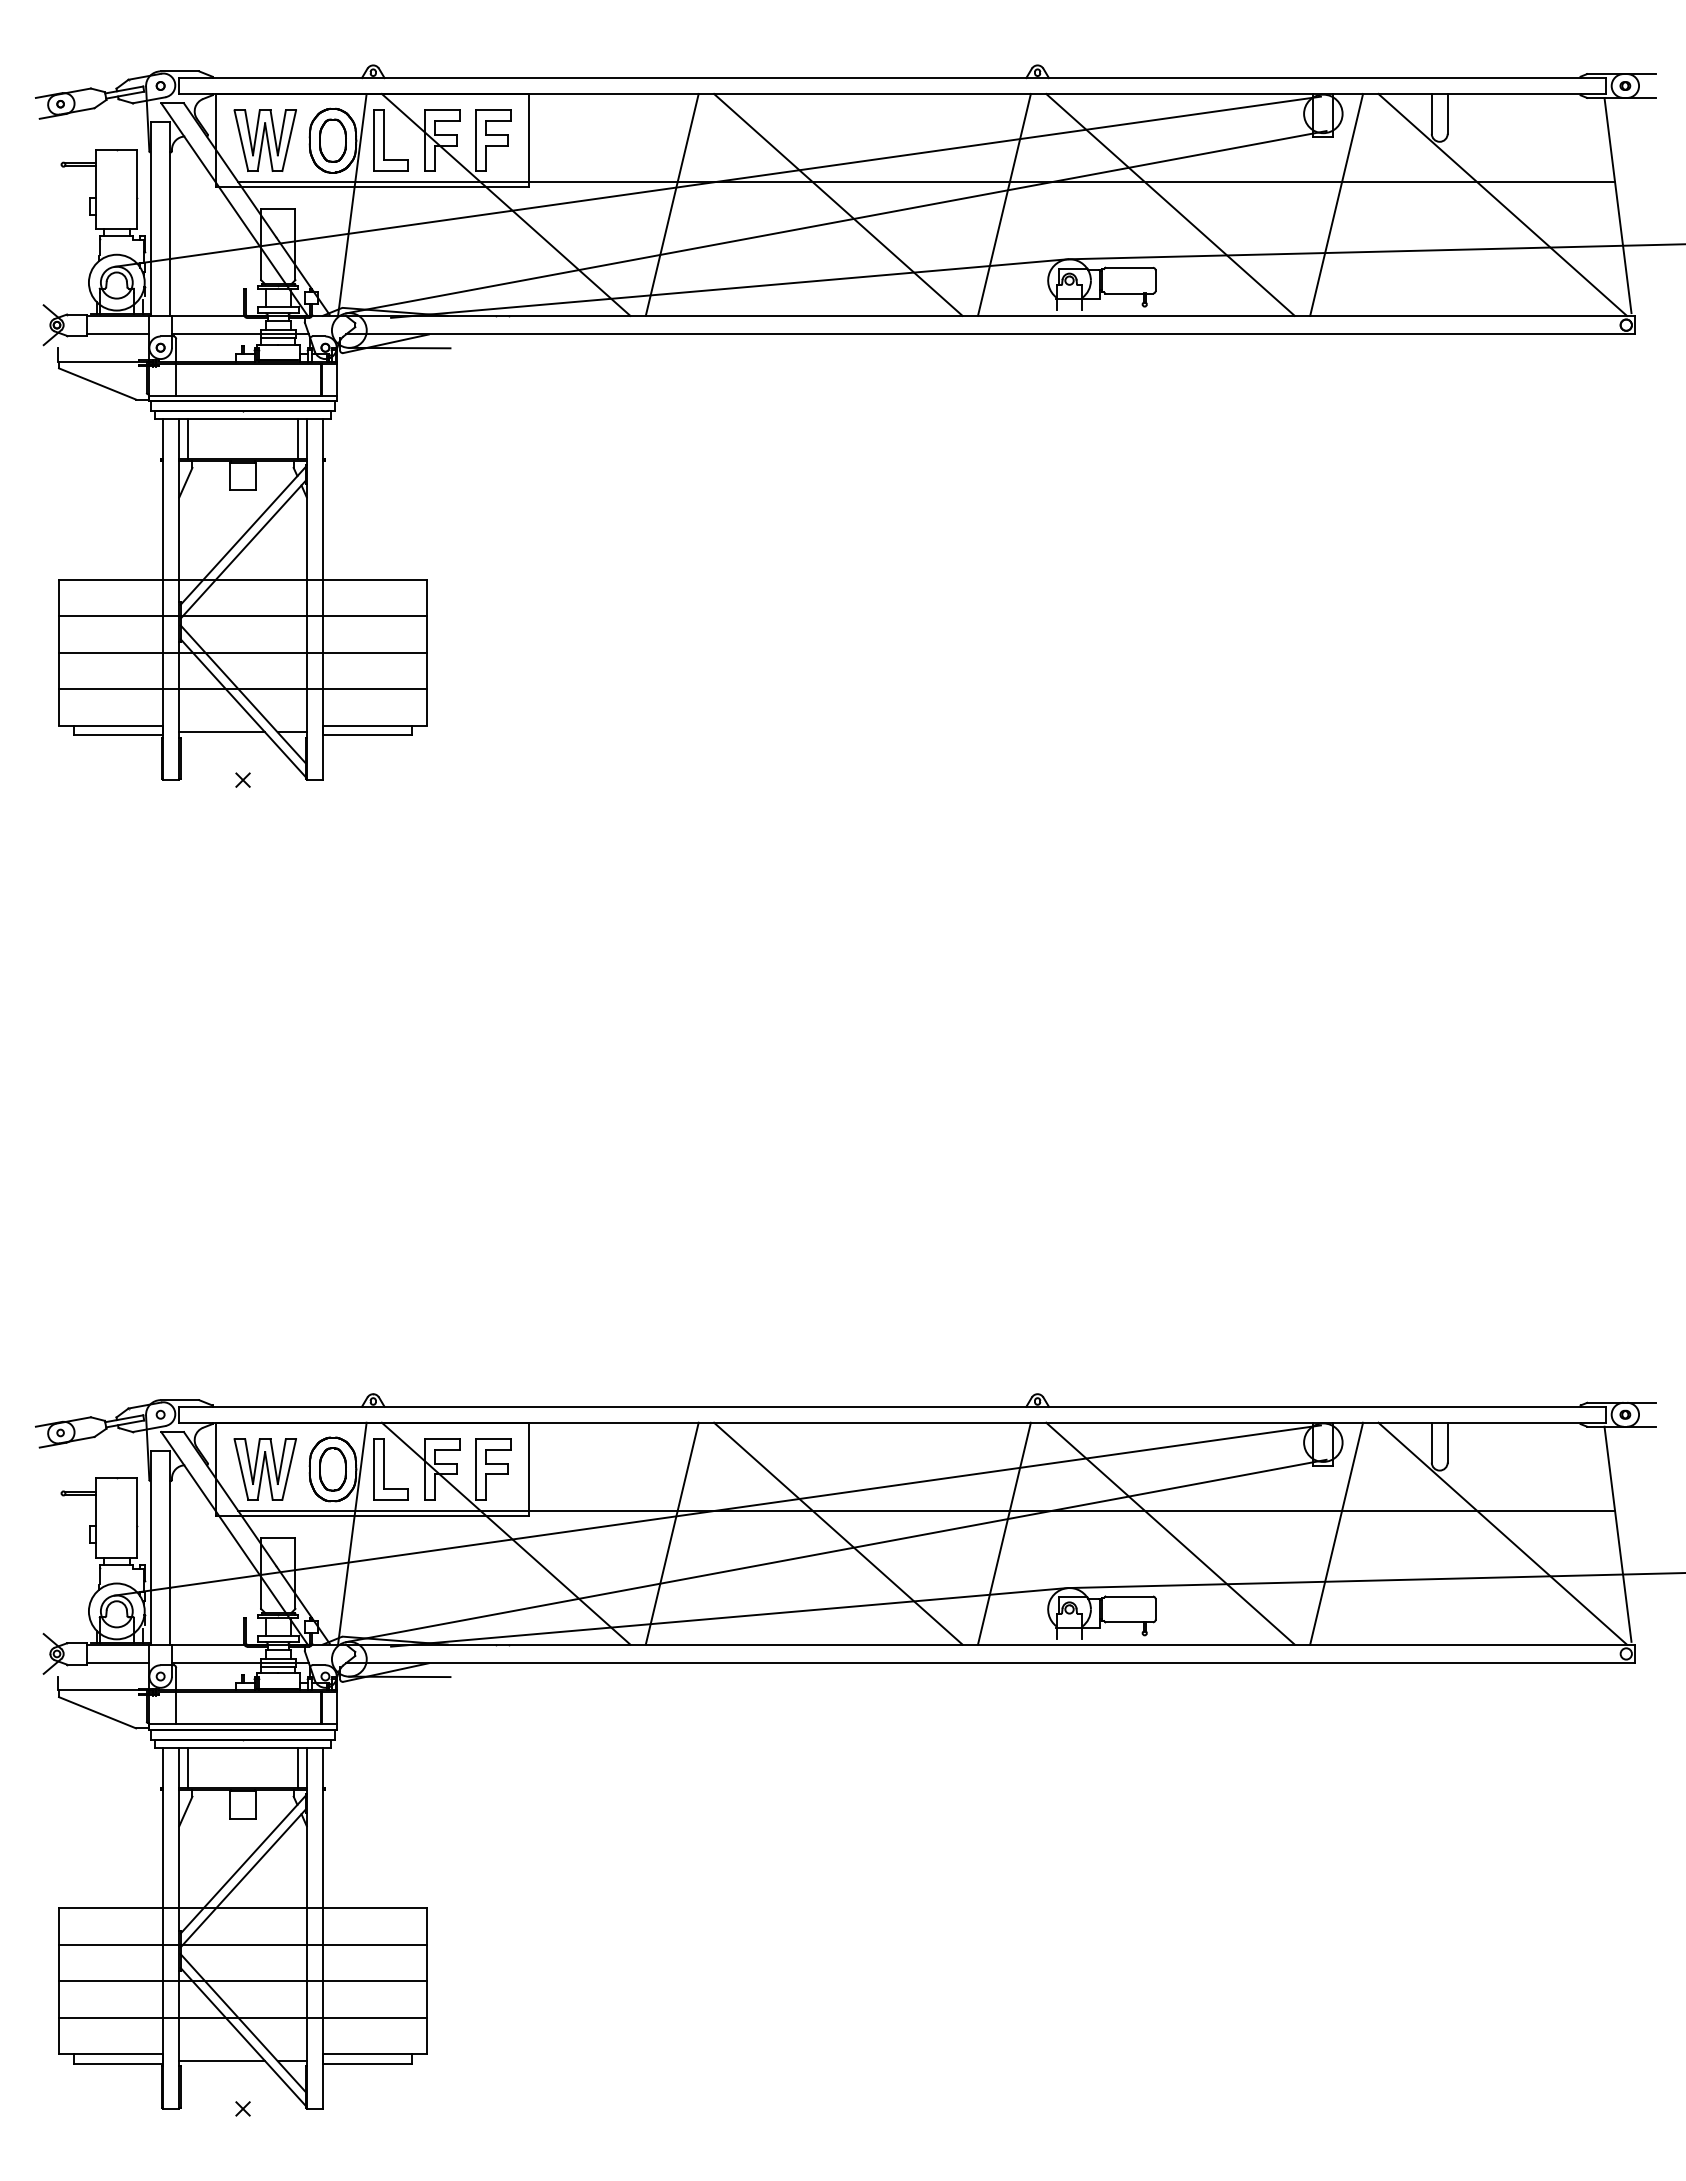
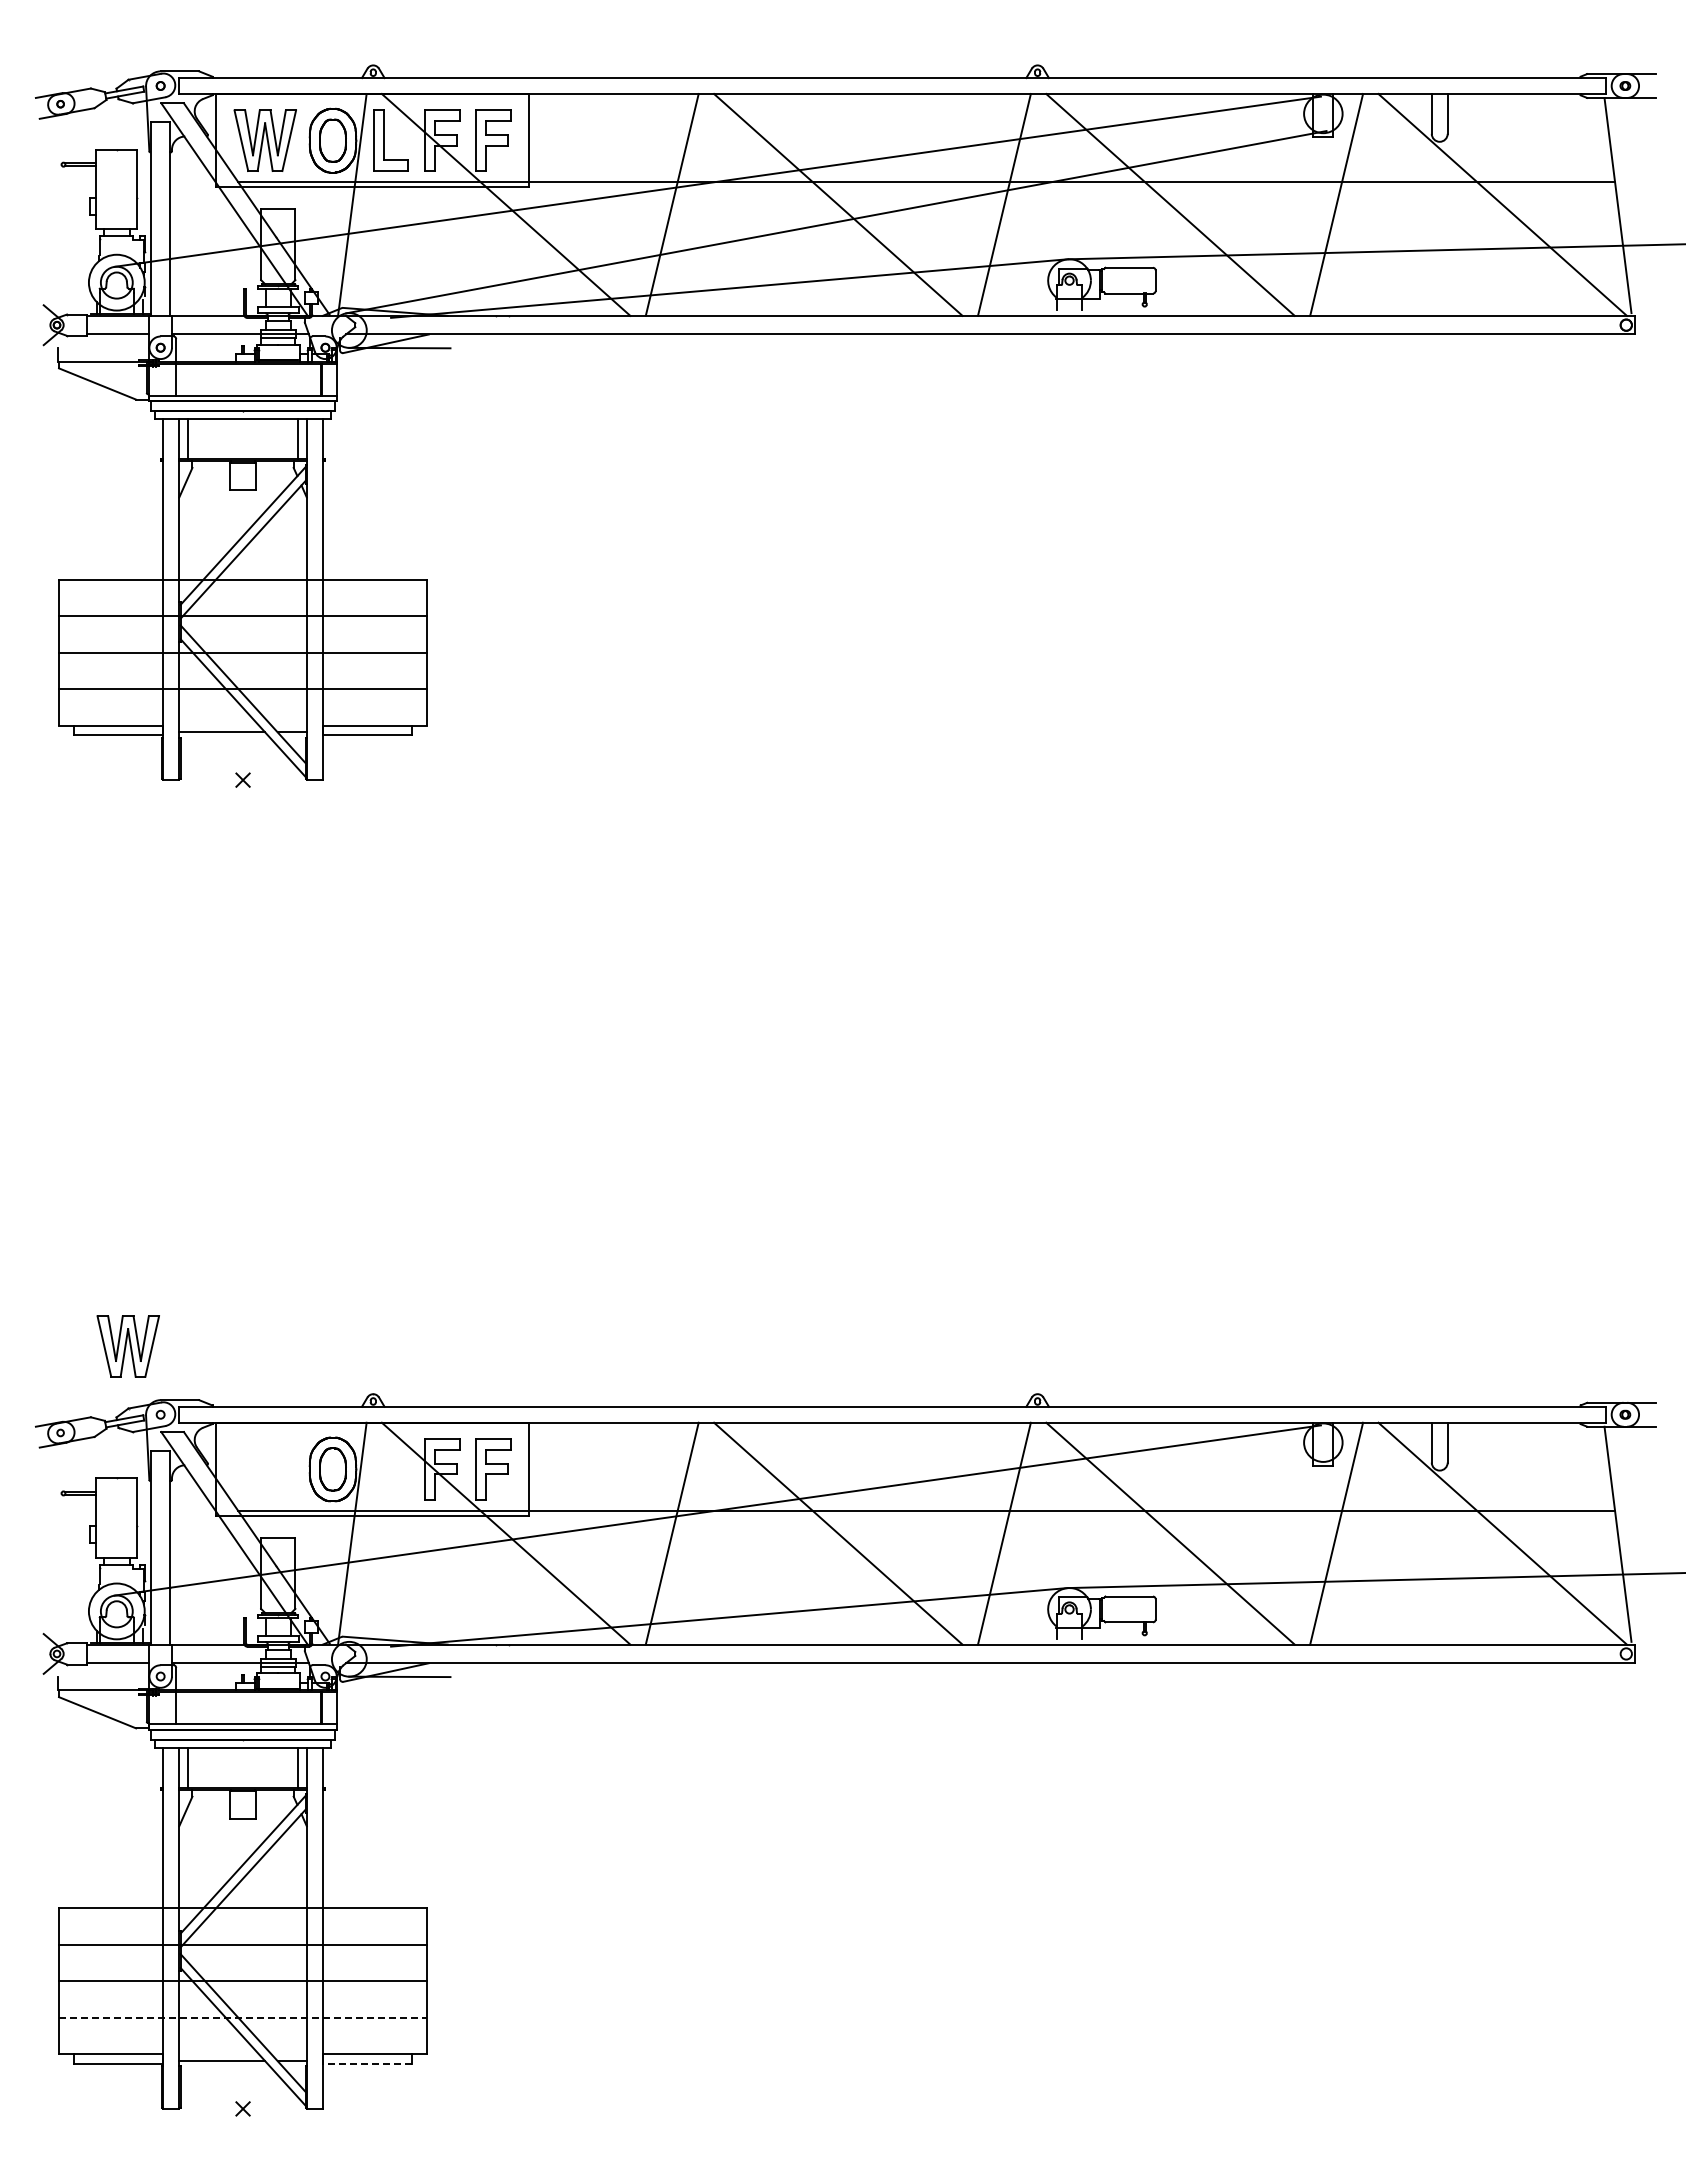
part at (264, 1469) position: (264, 1469) -> (127, 1346)
part at (390, 1469): present -> none
line at (836, 1550): present -> none
line at (243, 2017): solid -> dashed
line at (367, 2063): solid -> dashed
